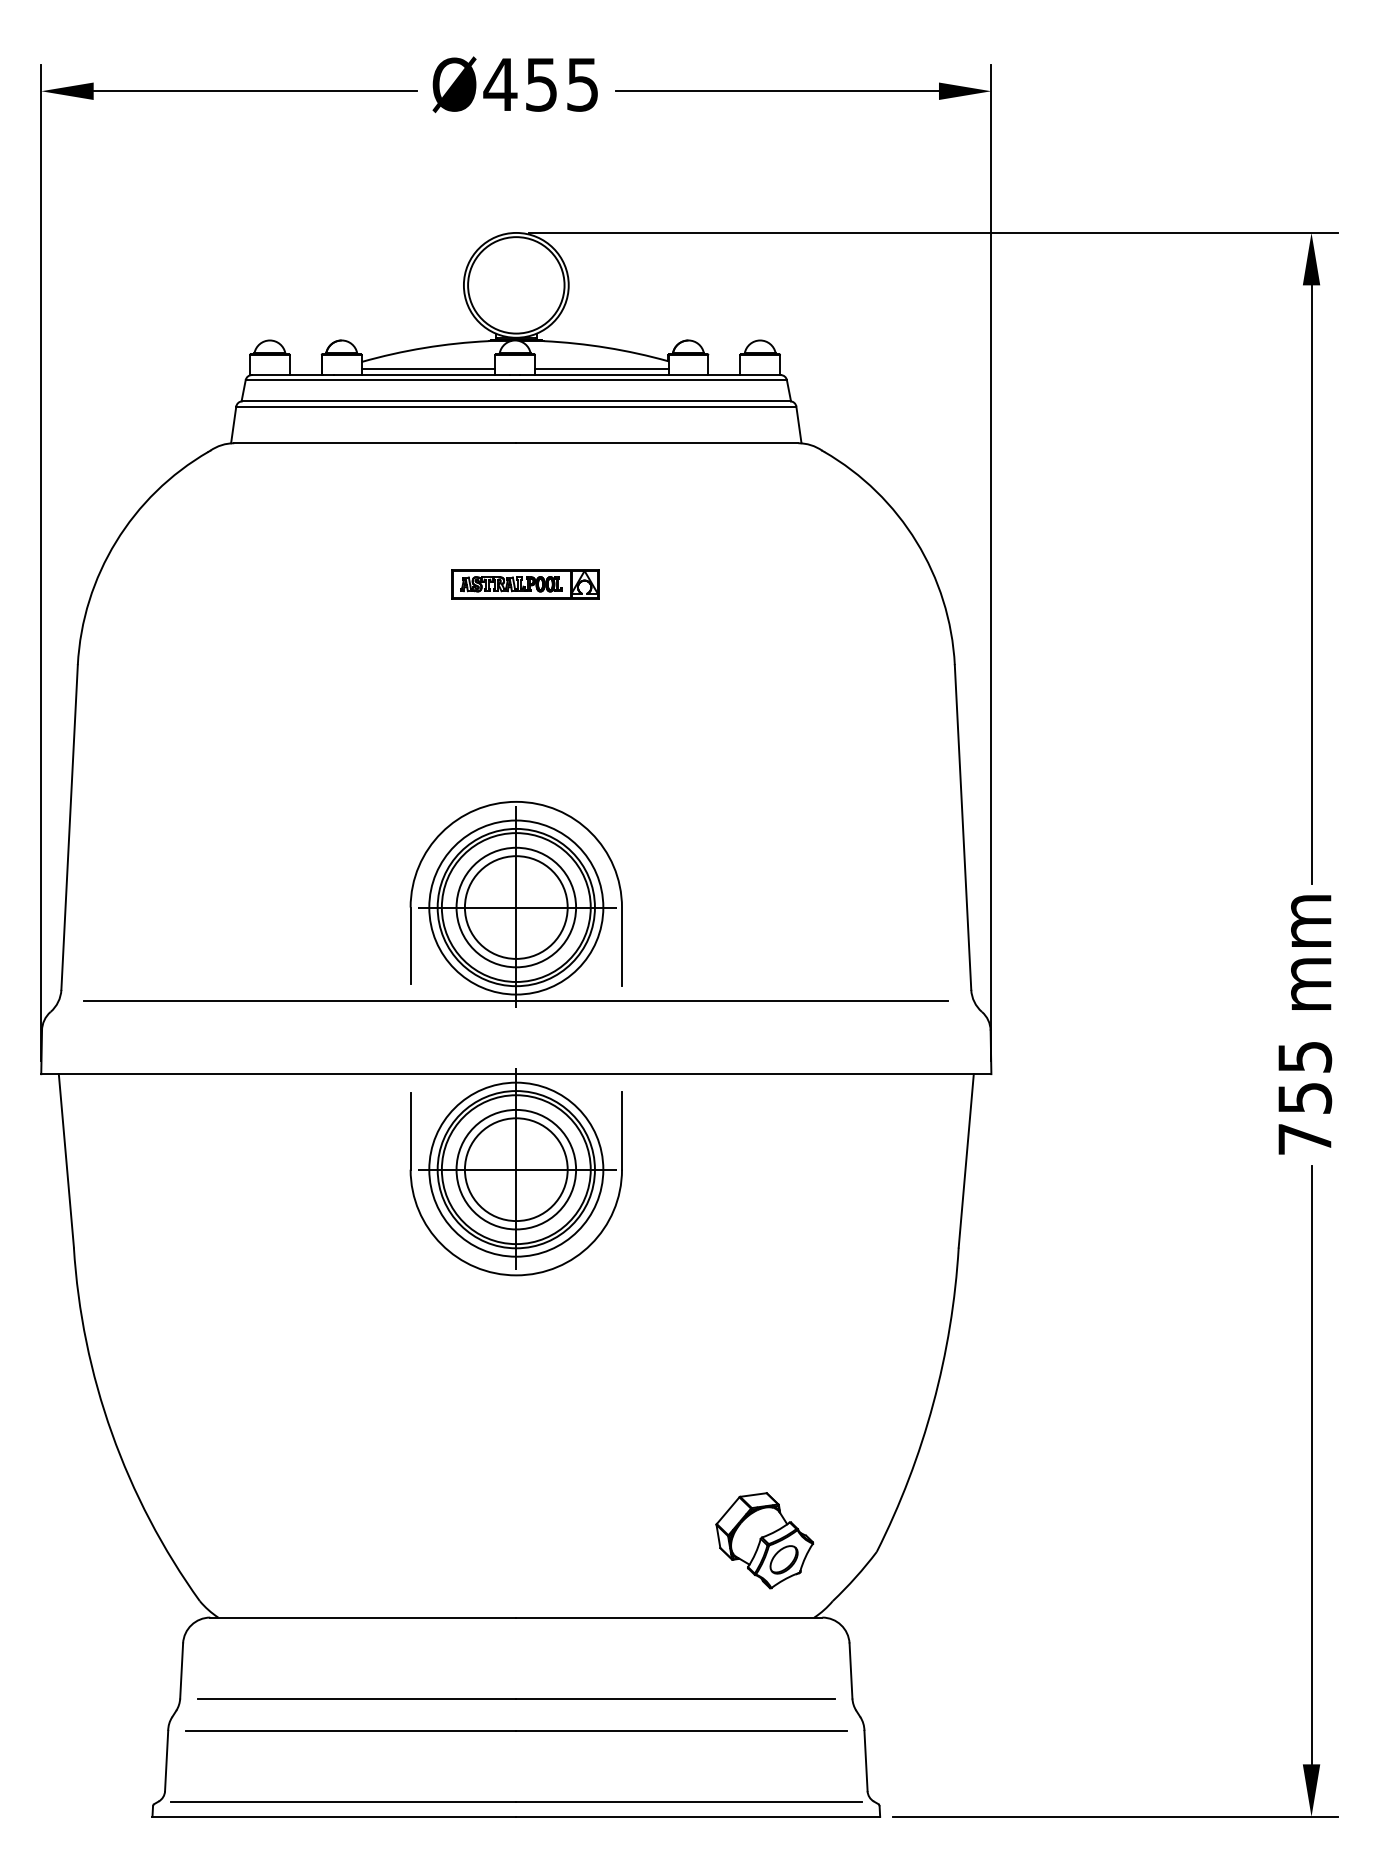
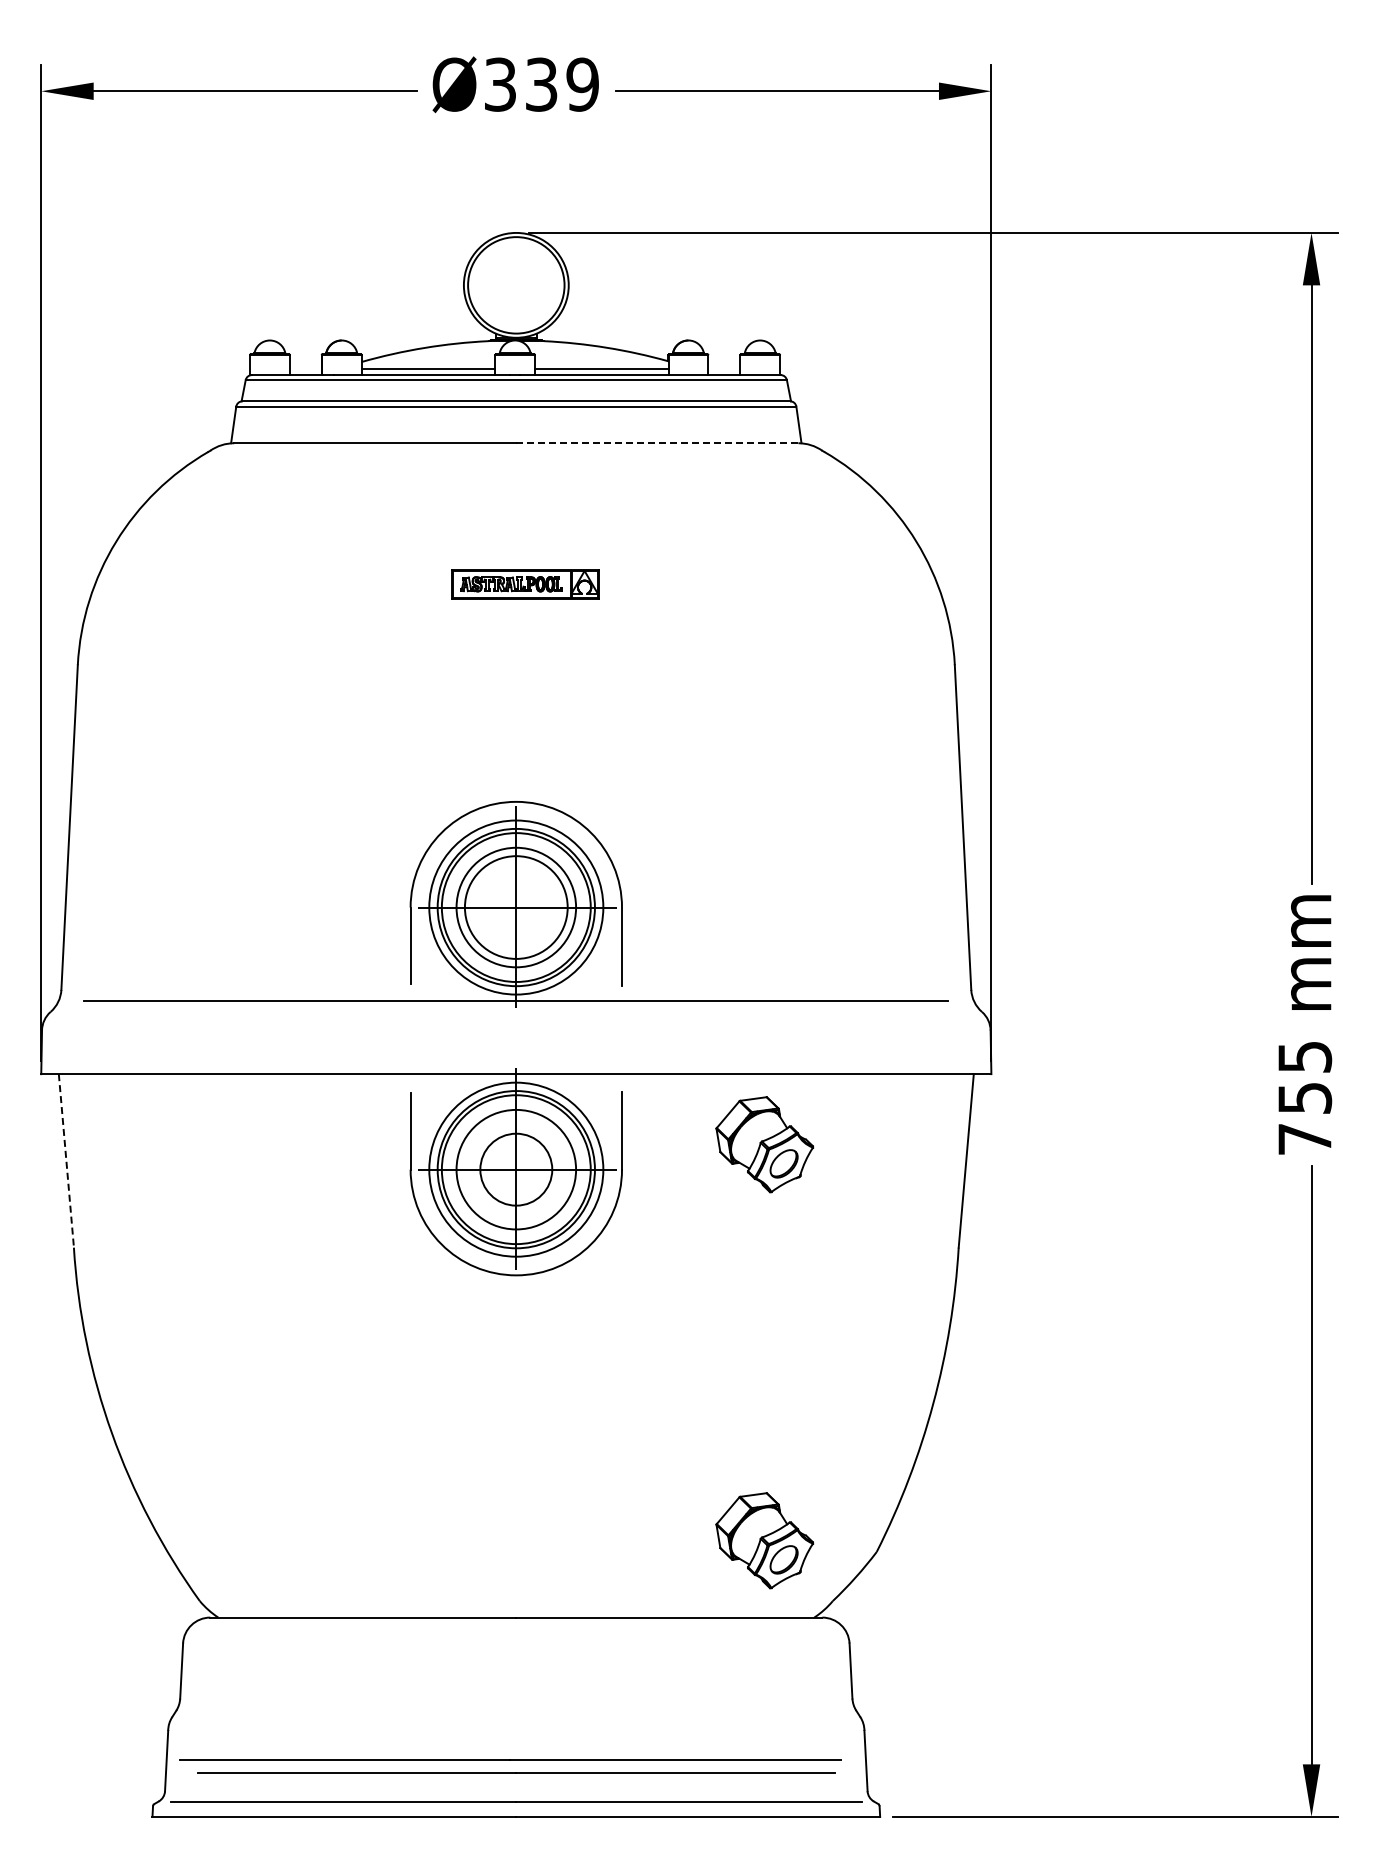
text at (540, 84): Ø455 -> Ø339
line at (656, 443): solid -> dashed
part at (764, 1144): none -> present
line at (66, 1161): solid -> dashed
circle at (515, 1169) diameter: 103 px -> 72 px
line at (516, 1698) position: (516, 1698) -> (516, 1772)
line at (516, 1730) position: (516, 1730) -> (510, 1759)
